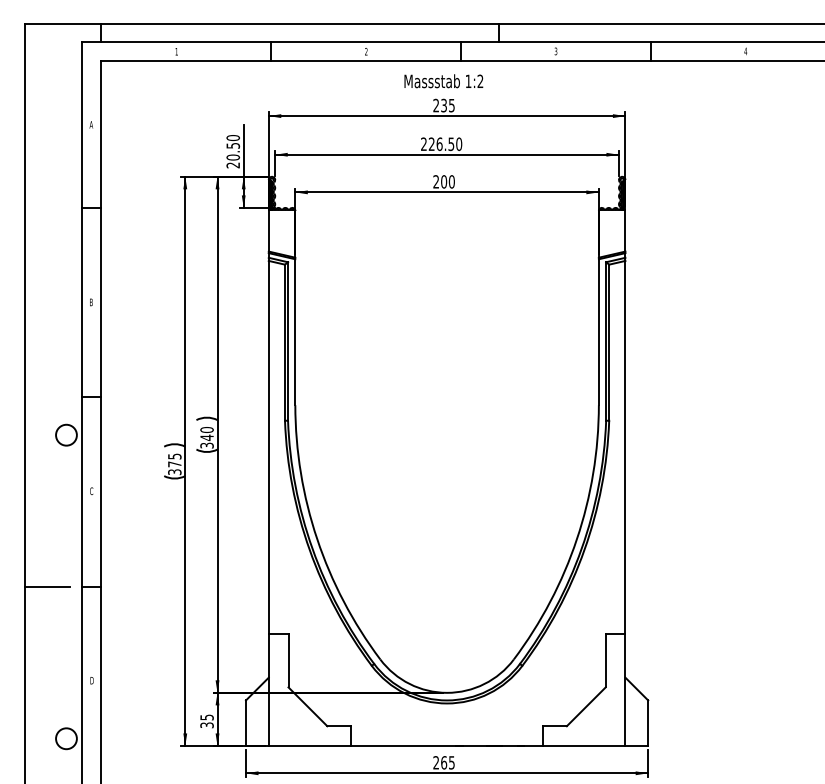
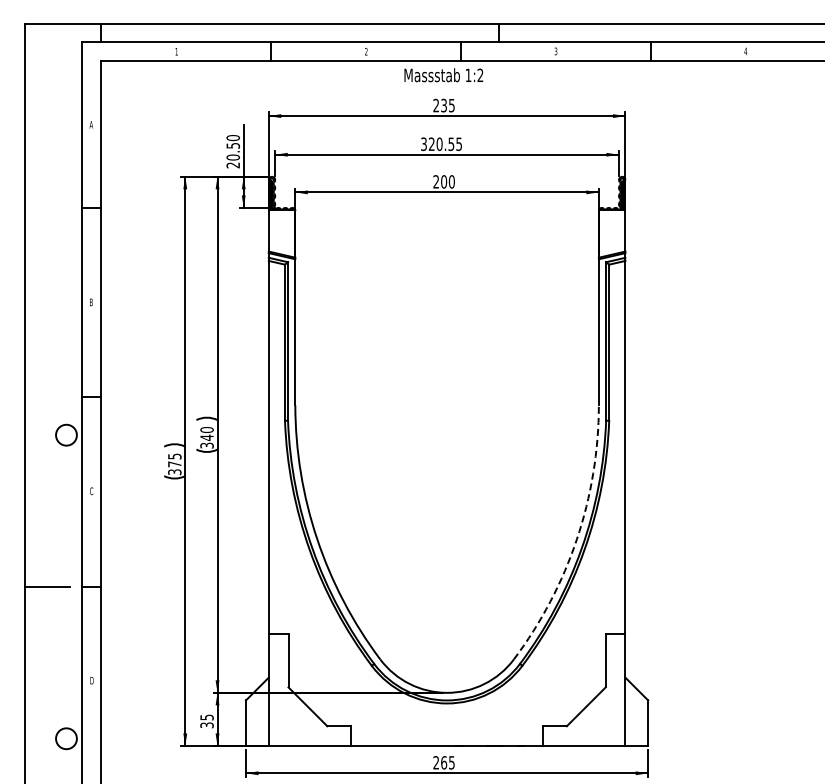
text at (443, 81) position: (443, 81) -> (443, 75)
text at (441, 144): 226.50 -> 320.55
arc at (576, 539): solid -> dashed
